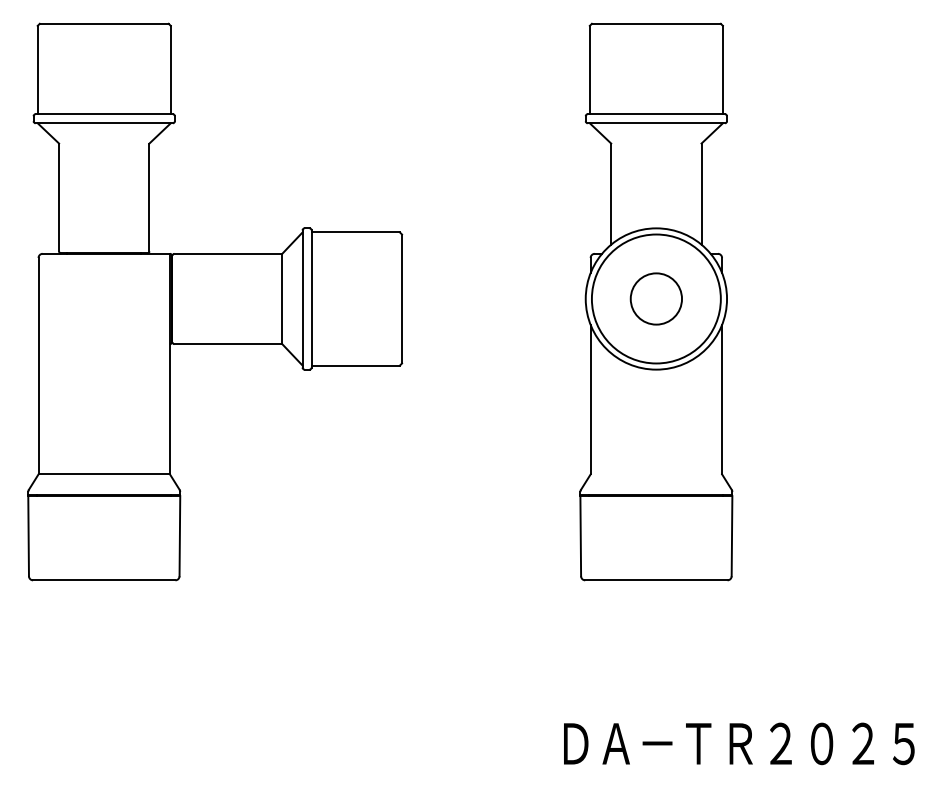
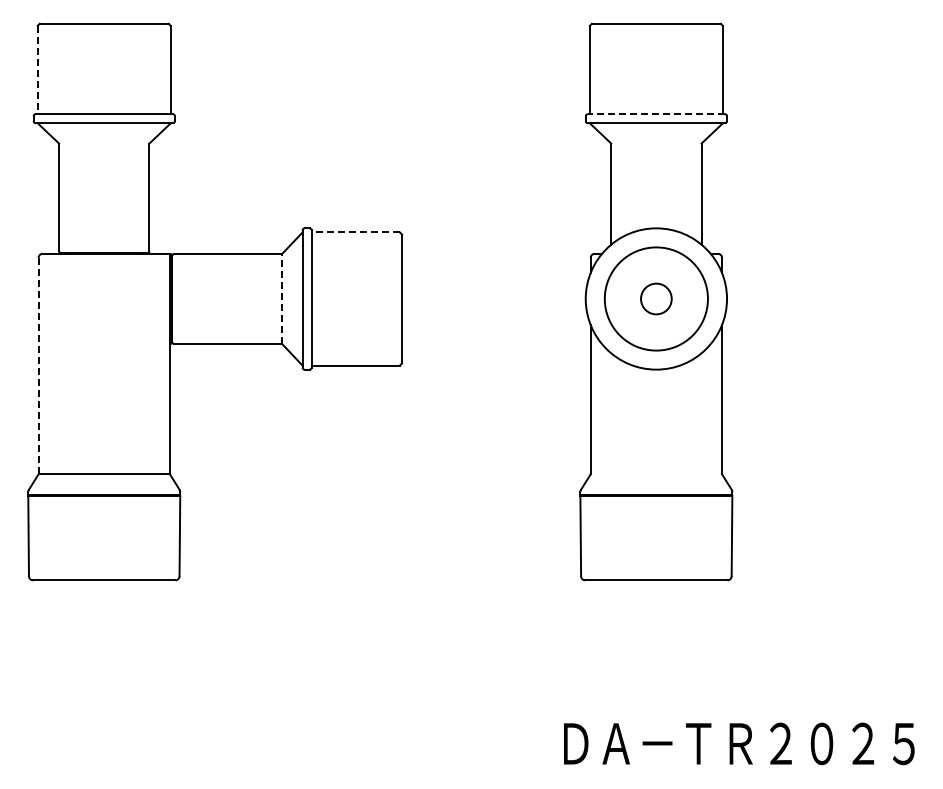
line at (37, 70): solid -> dashed
line at (656, 114): solid -> dashed
line at (355, 232): solid -> dashed
line at (282, 298): solid -> dashed
circle at (655, 298) diameter: 129 px -> 103 px
circle at (656, 298) diameter: 51 px -> 31 px
line at (38, 366): solid -> dashed
